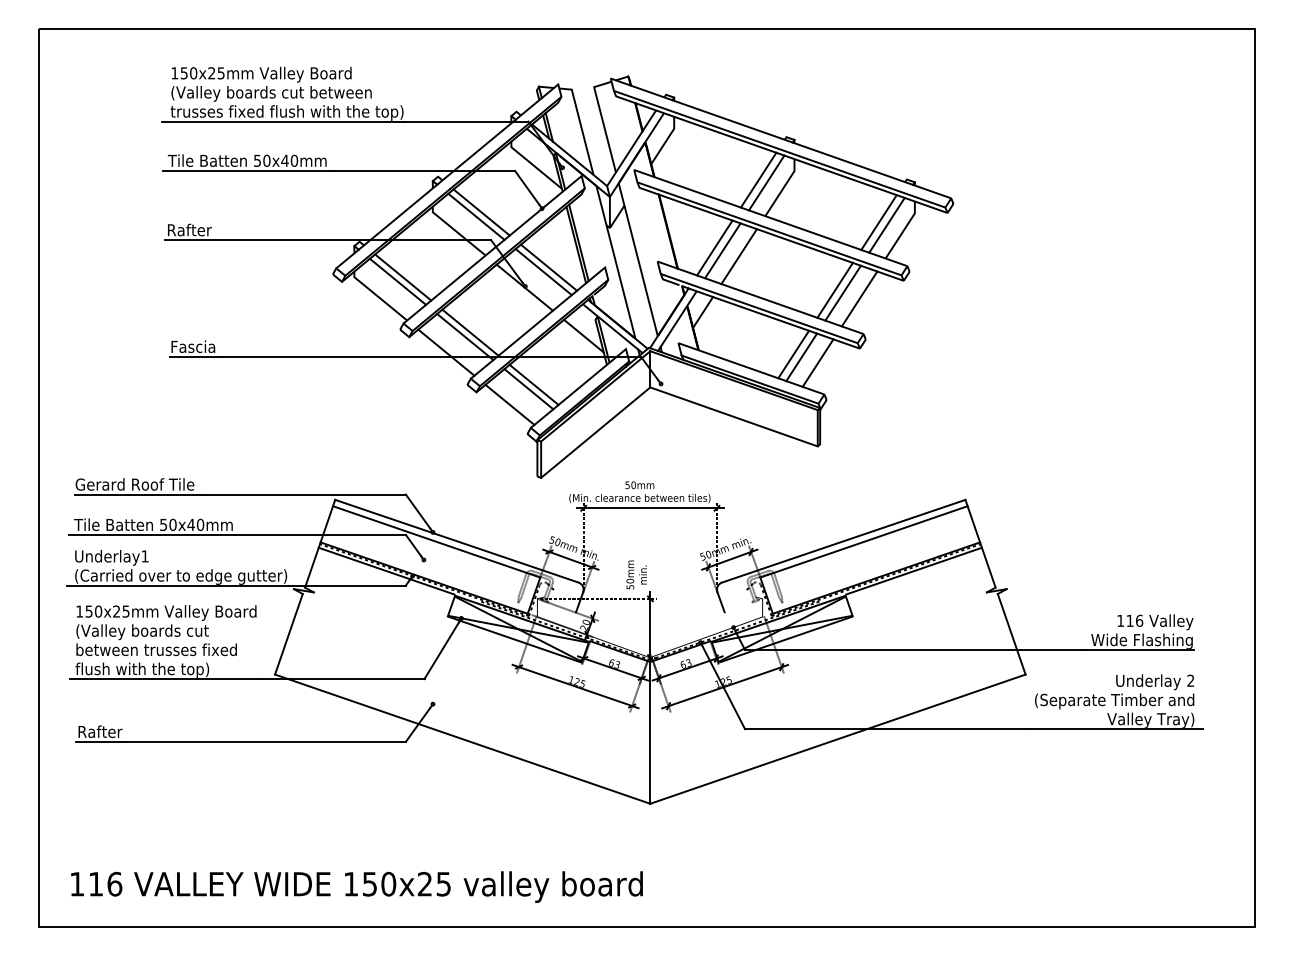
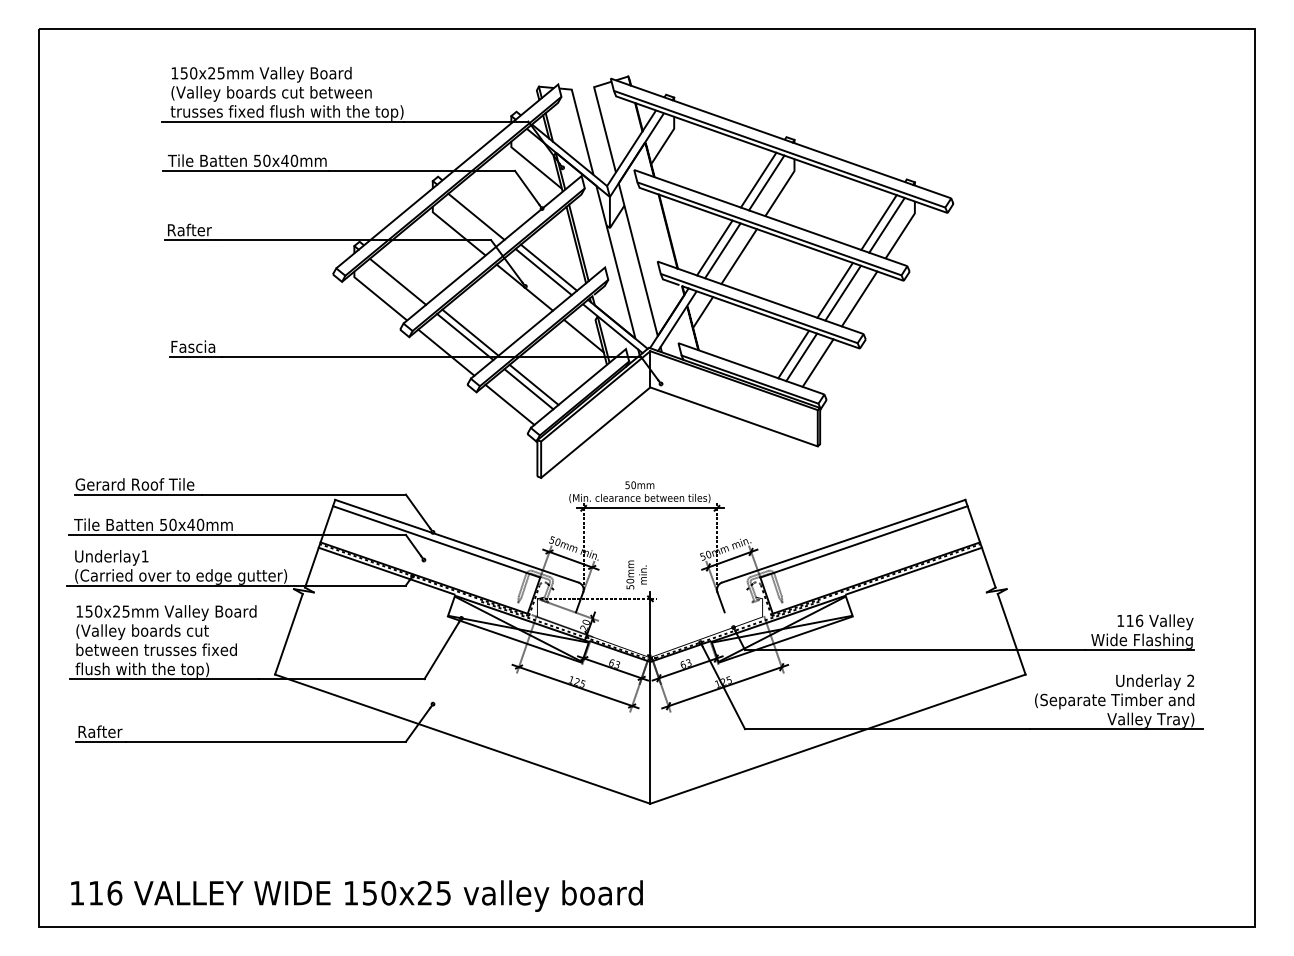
line at (481, 212): present -> none
line at (403, 277): present -> none
text at (356, 886) position: (356, 886) -> (356, 895)
